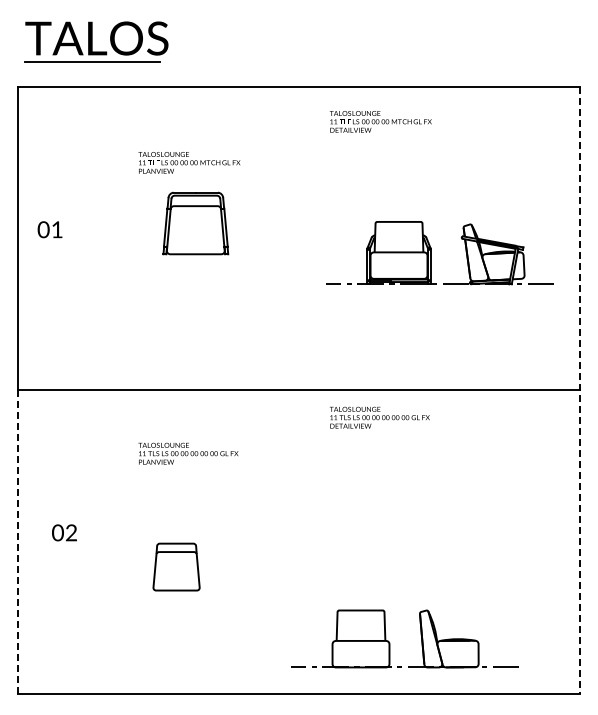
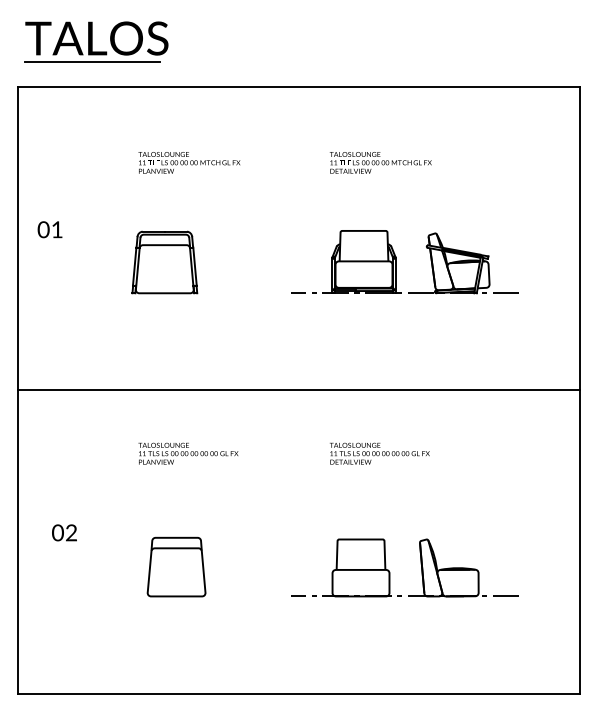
text at (380, 121) position: (380, 121) -> (380, 162)
part at (195, 223) position: (195, 223) -> (164, 262)
part at (431, 253) position: (431, 253) -> (396, 262)
line at (580, 390): dashed -> solid
text at (379, 417) position: (379, 417) -> (379, 453)
line at (17, 541): dashed -> solid
part at (176, 566) size: 49x50 px -> 61x62 px
part at (390, 643) position: (390, 643) -> (390, 572)
